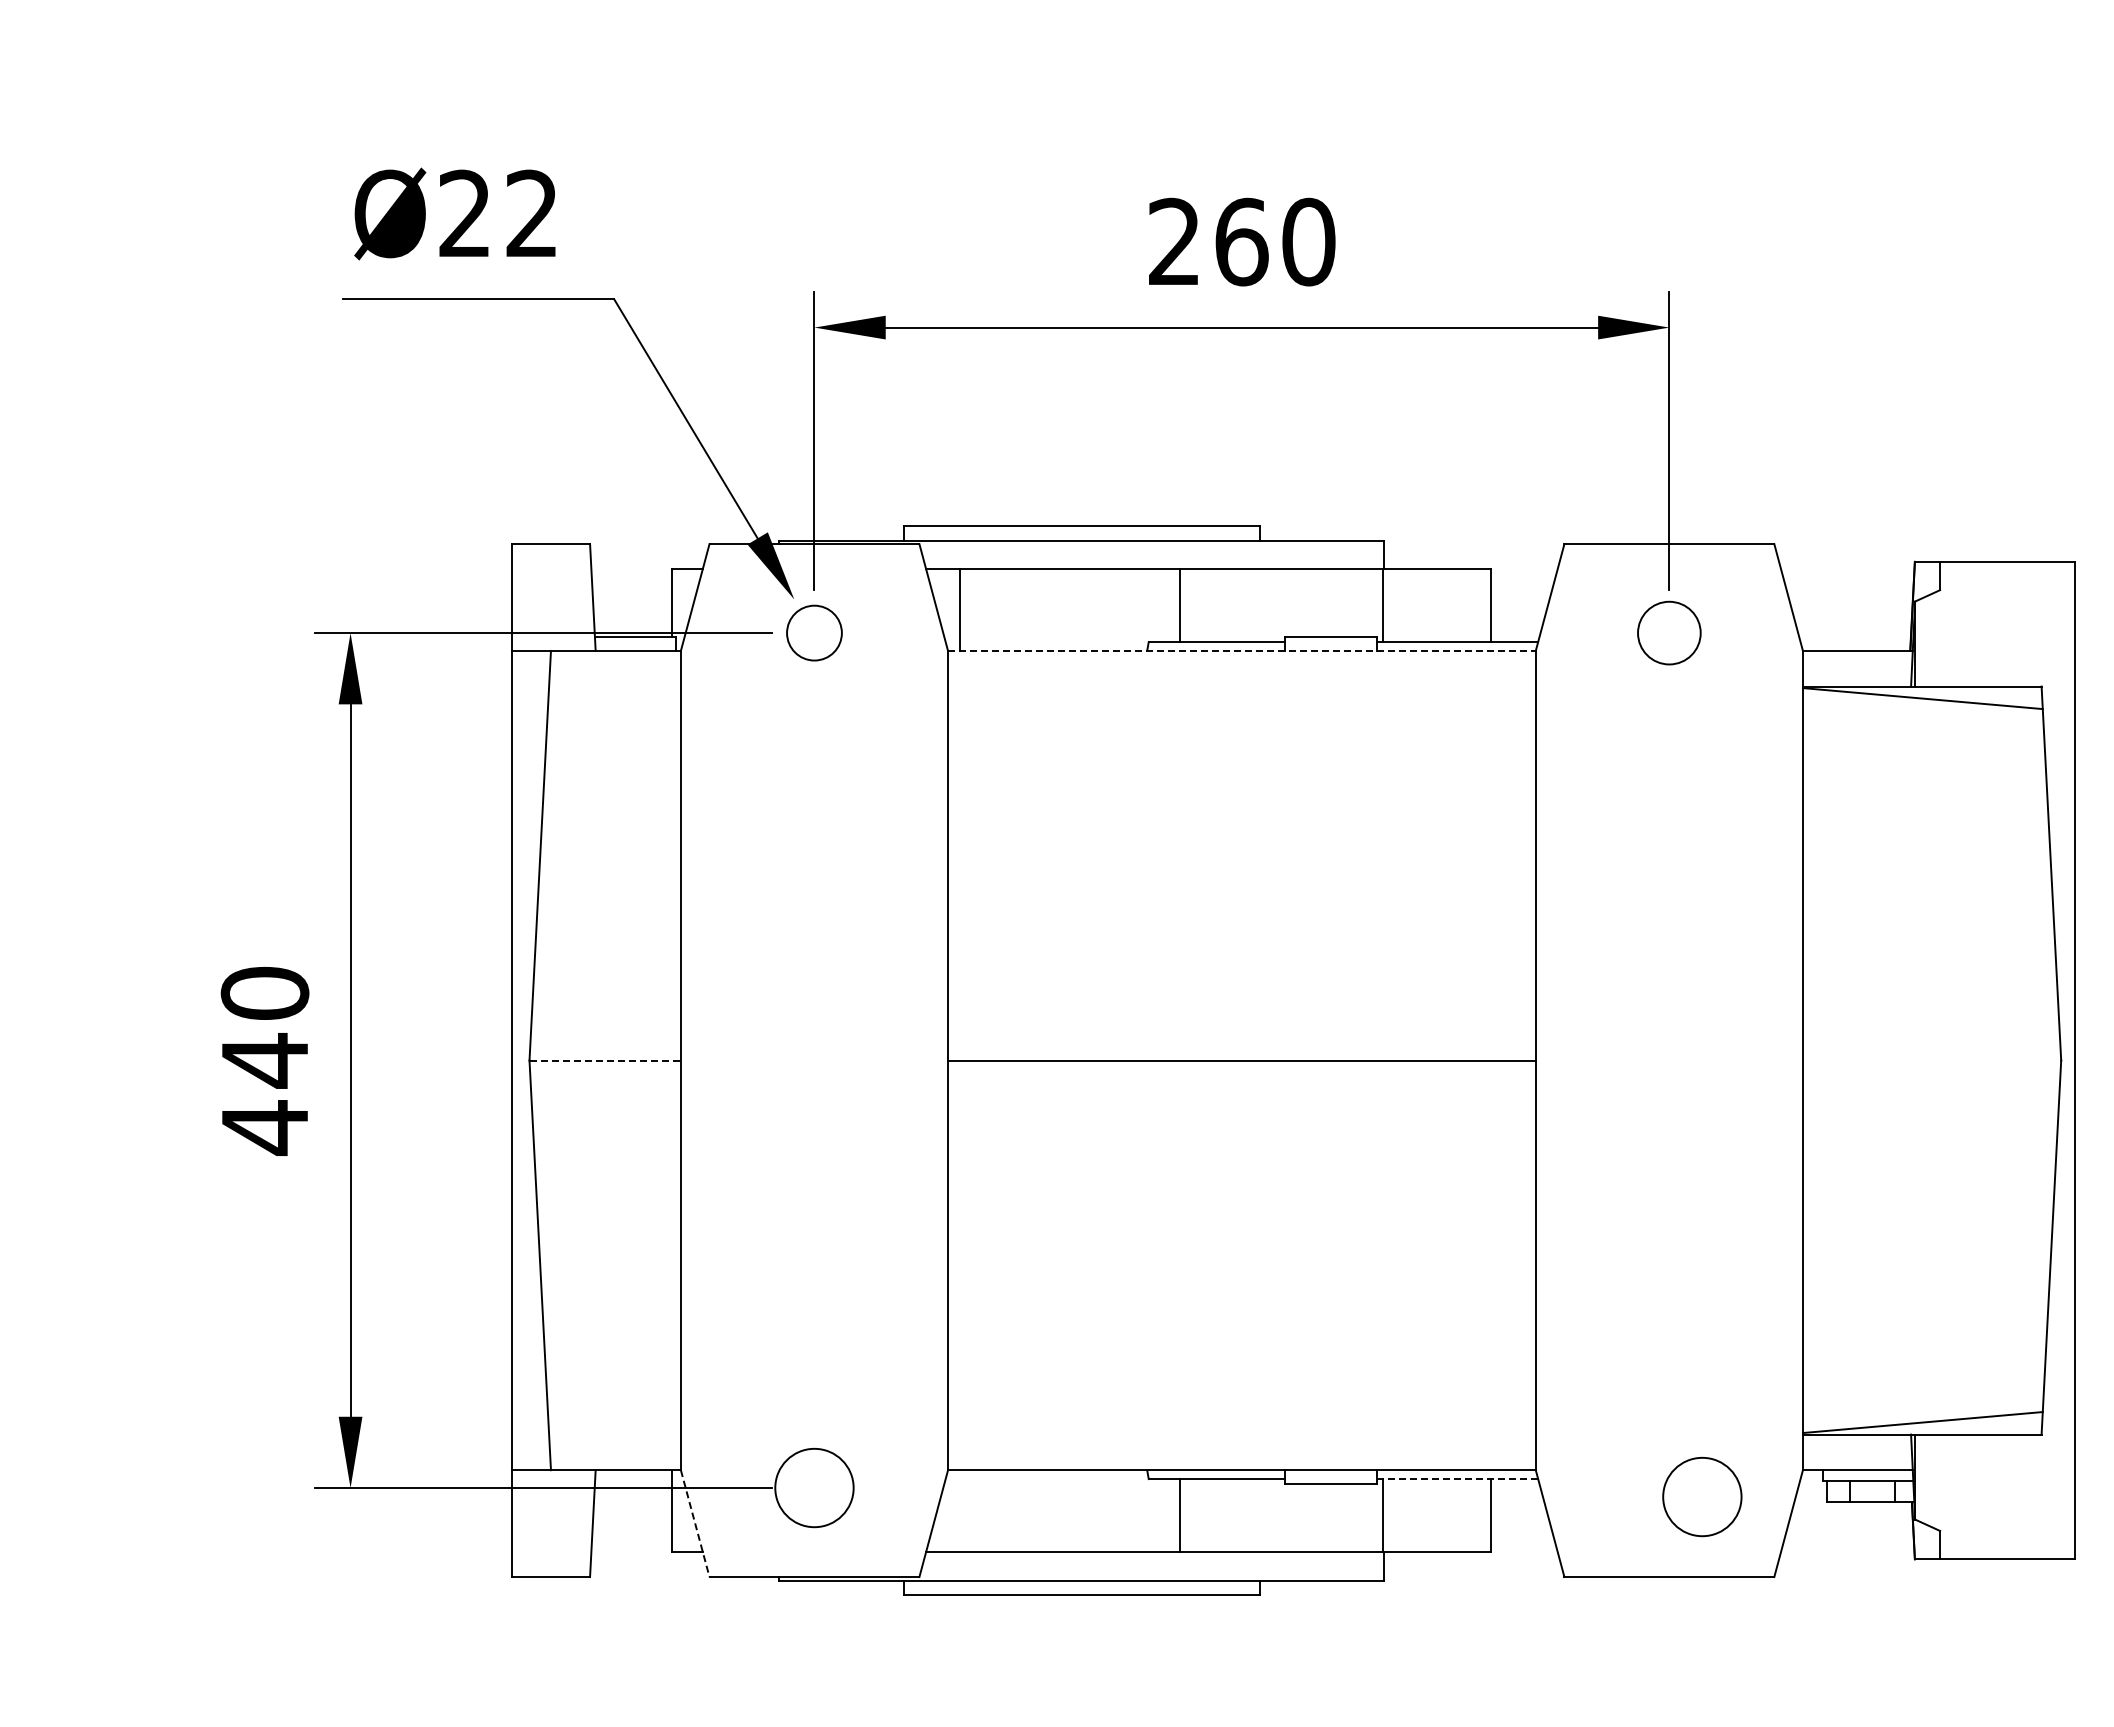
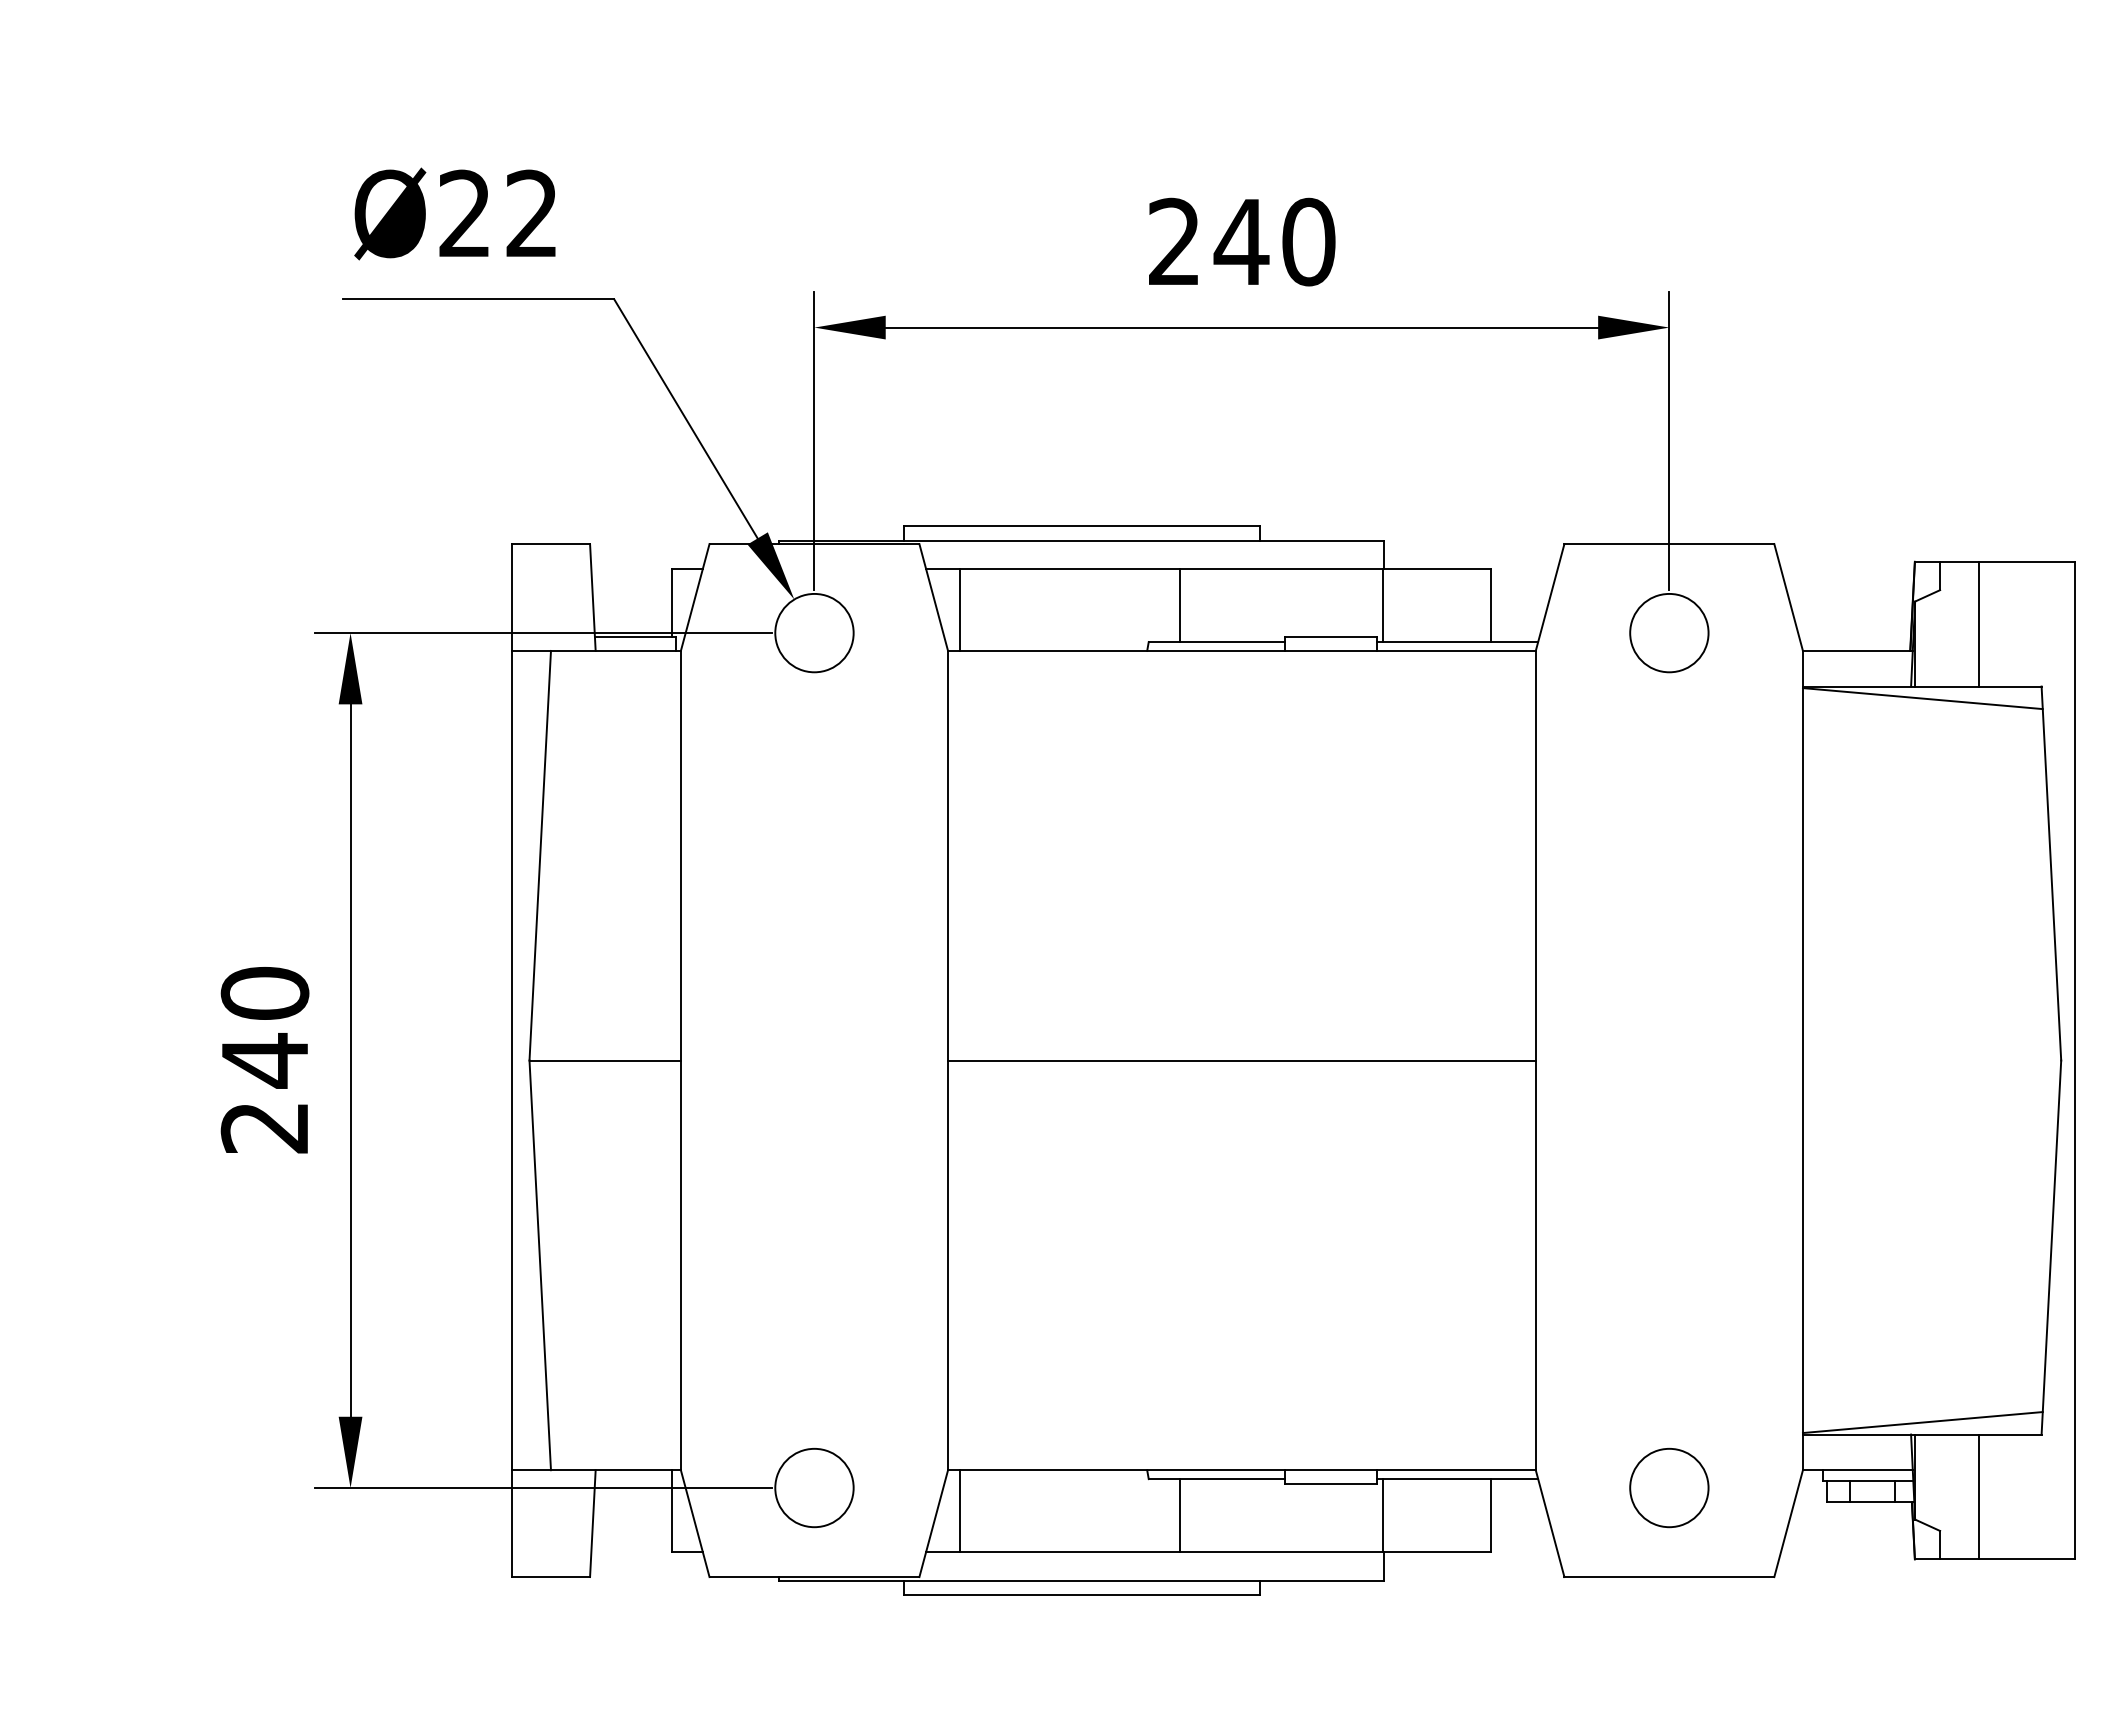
text at (1241, 241): 260 -> 240
line at (1979, 623): none -> present
circle at (814, 632) diameter: 55 px -> 78 px
circle at (1669, 632) diameter: 63 px -> 78 px
line at (1241, 650): dashed -> solid
line at (605, 1060): dashed -> solid
text at (263, 1127): 440 -> 240
line at (1458, 1479): dashed -> solid
circle at (1702, 1496) position: (1702, 1496) -> (1669, 1487)
line at (1979, 1496): none -> present
line at (959, 1511): none -> present
line at (695, 1524): dashed -> solid
